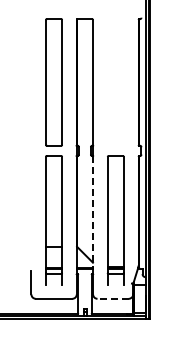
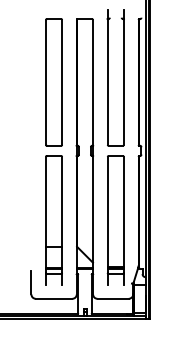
part at (108, 77): none -> present
line at (92, 215): dashed -> solid
line at (113, 298): dashed -> solid
